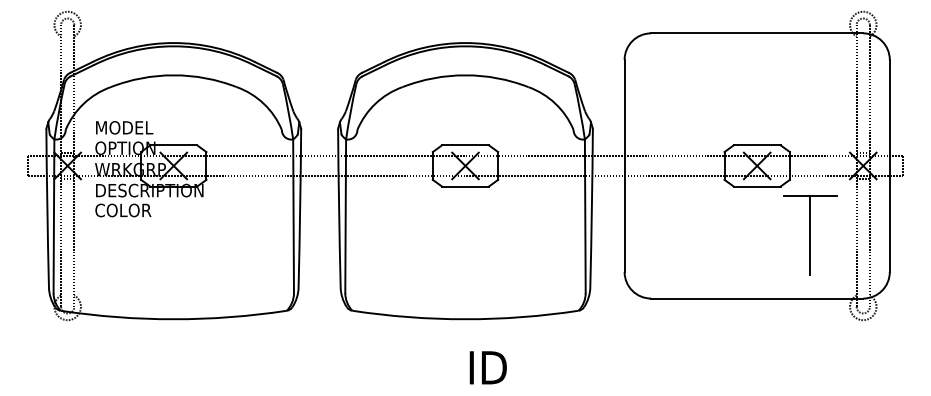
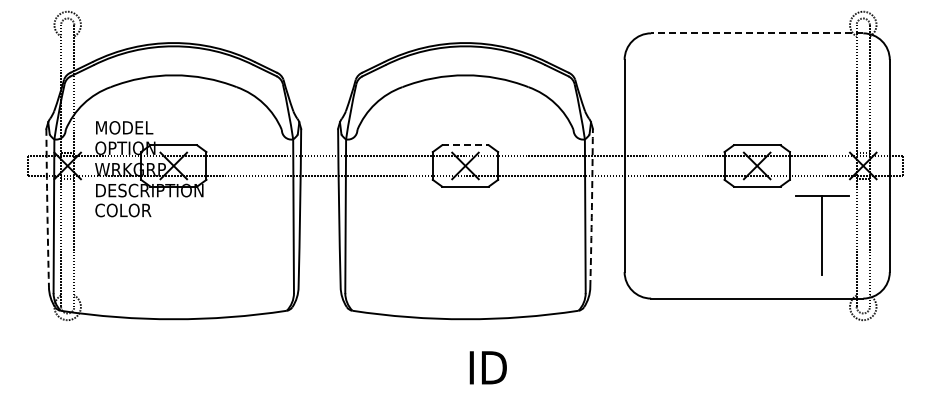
line at (756, 33): solid -> dashed
line at (465, 145): solid -> dashed
arc at (47, 207): solid -> dashed
arc at (591, 207): solid -> dashed
part at (810, 235) position: (810, 235) -> (822, 235)
